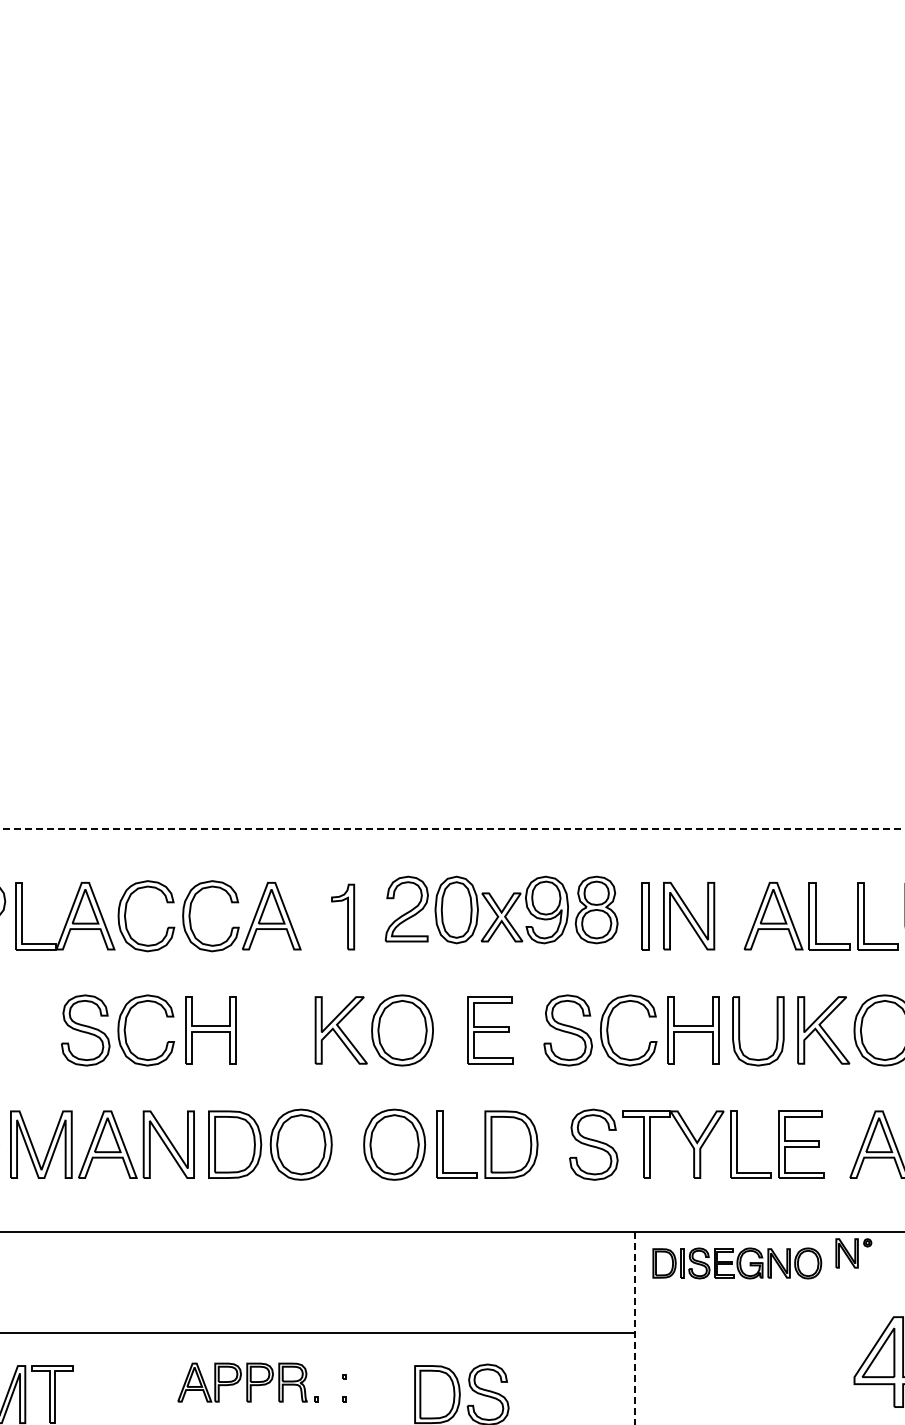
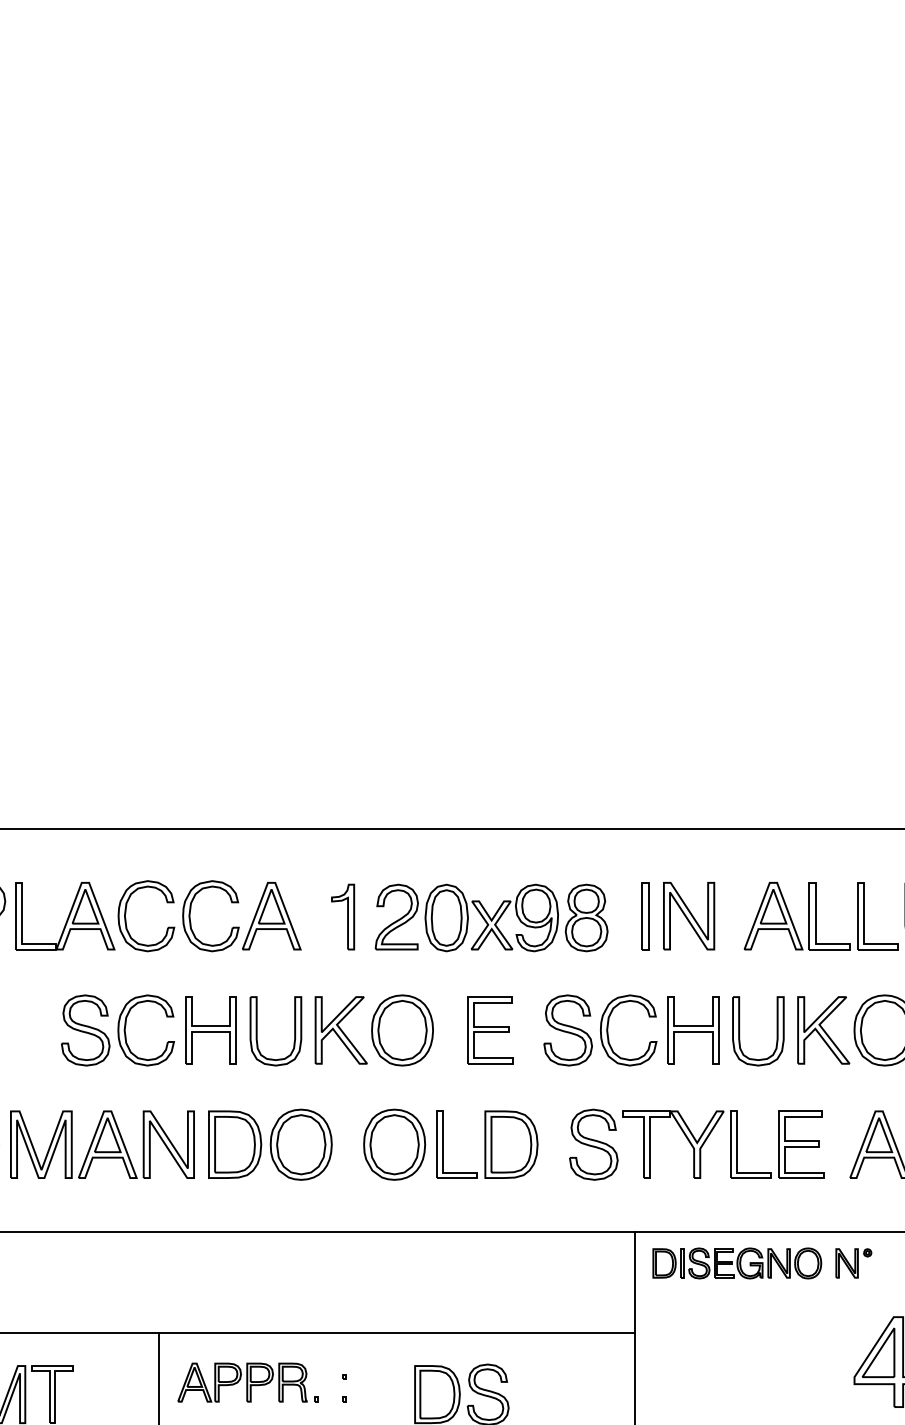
line at (452, 828): dashed -> solid
part at (501, 909) position: (501, 909) -> (491, 917)
part at (257, 1031): none -> present
part at (853, 1253) position: (853, 1253) -> (853, 1263)
line at (635, 1328): dashed -> solid
line at (159, 1377): none -> present
